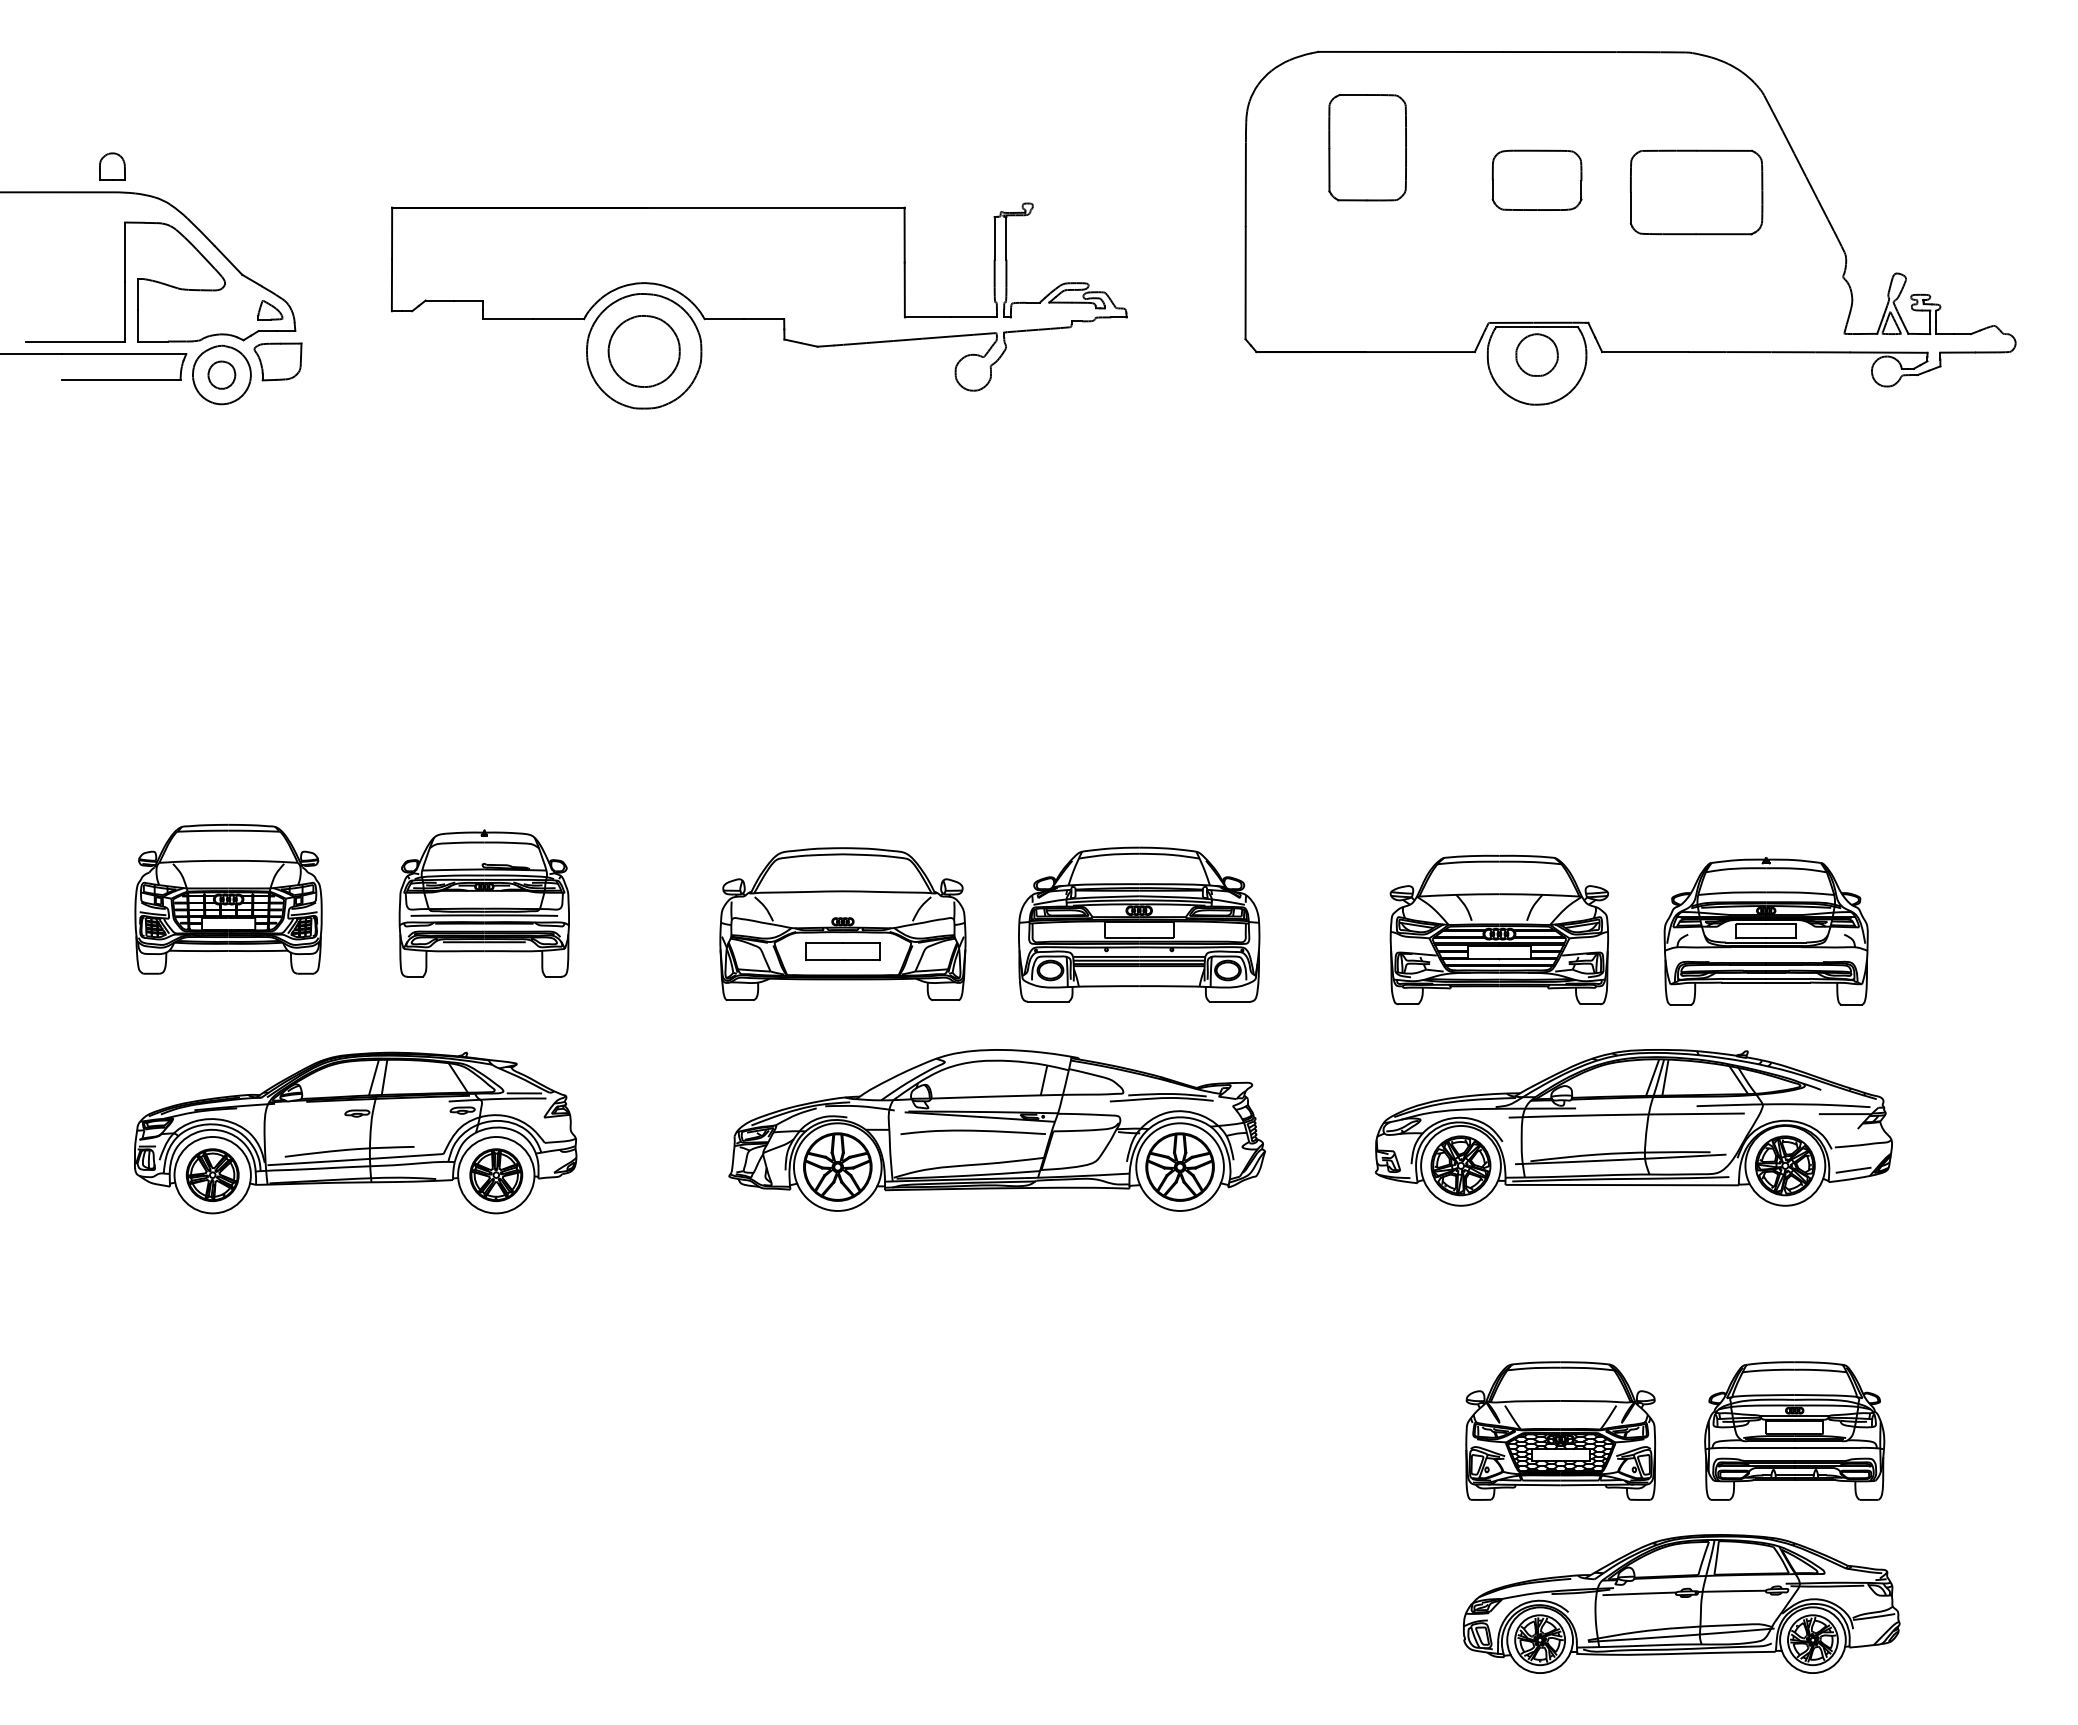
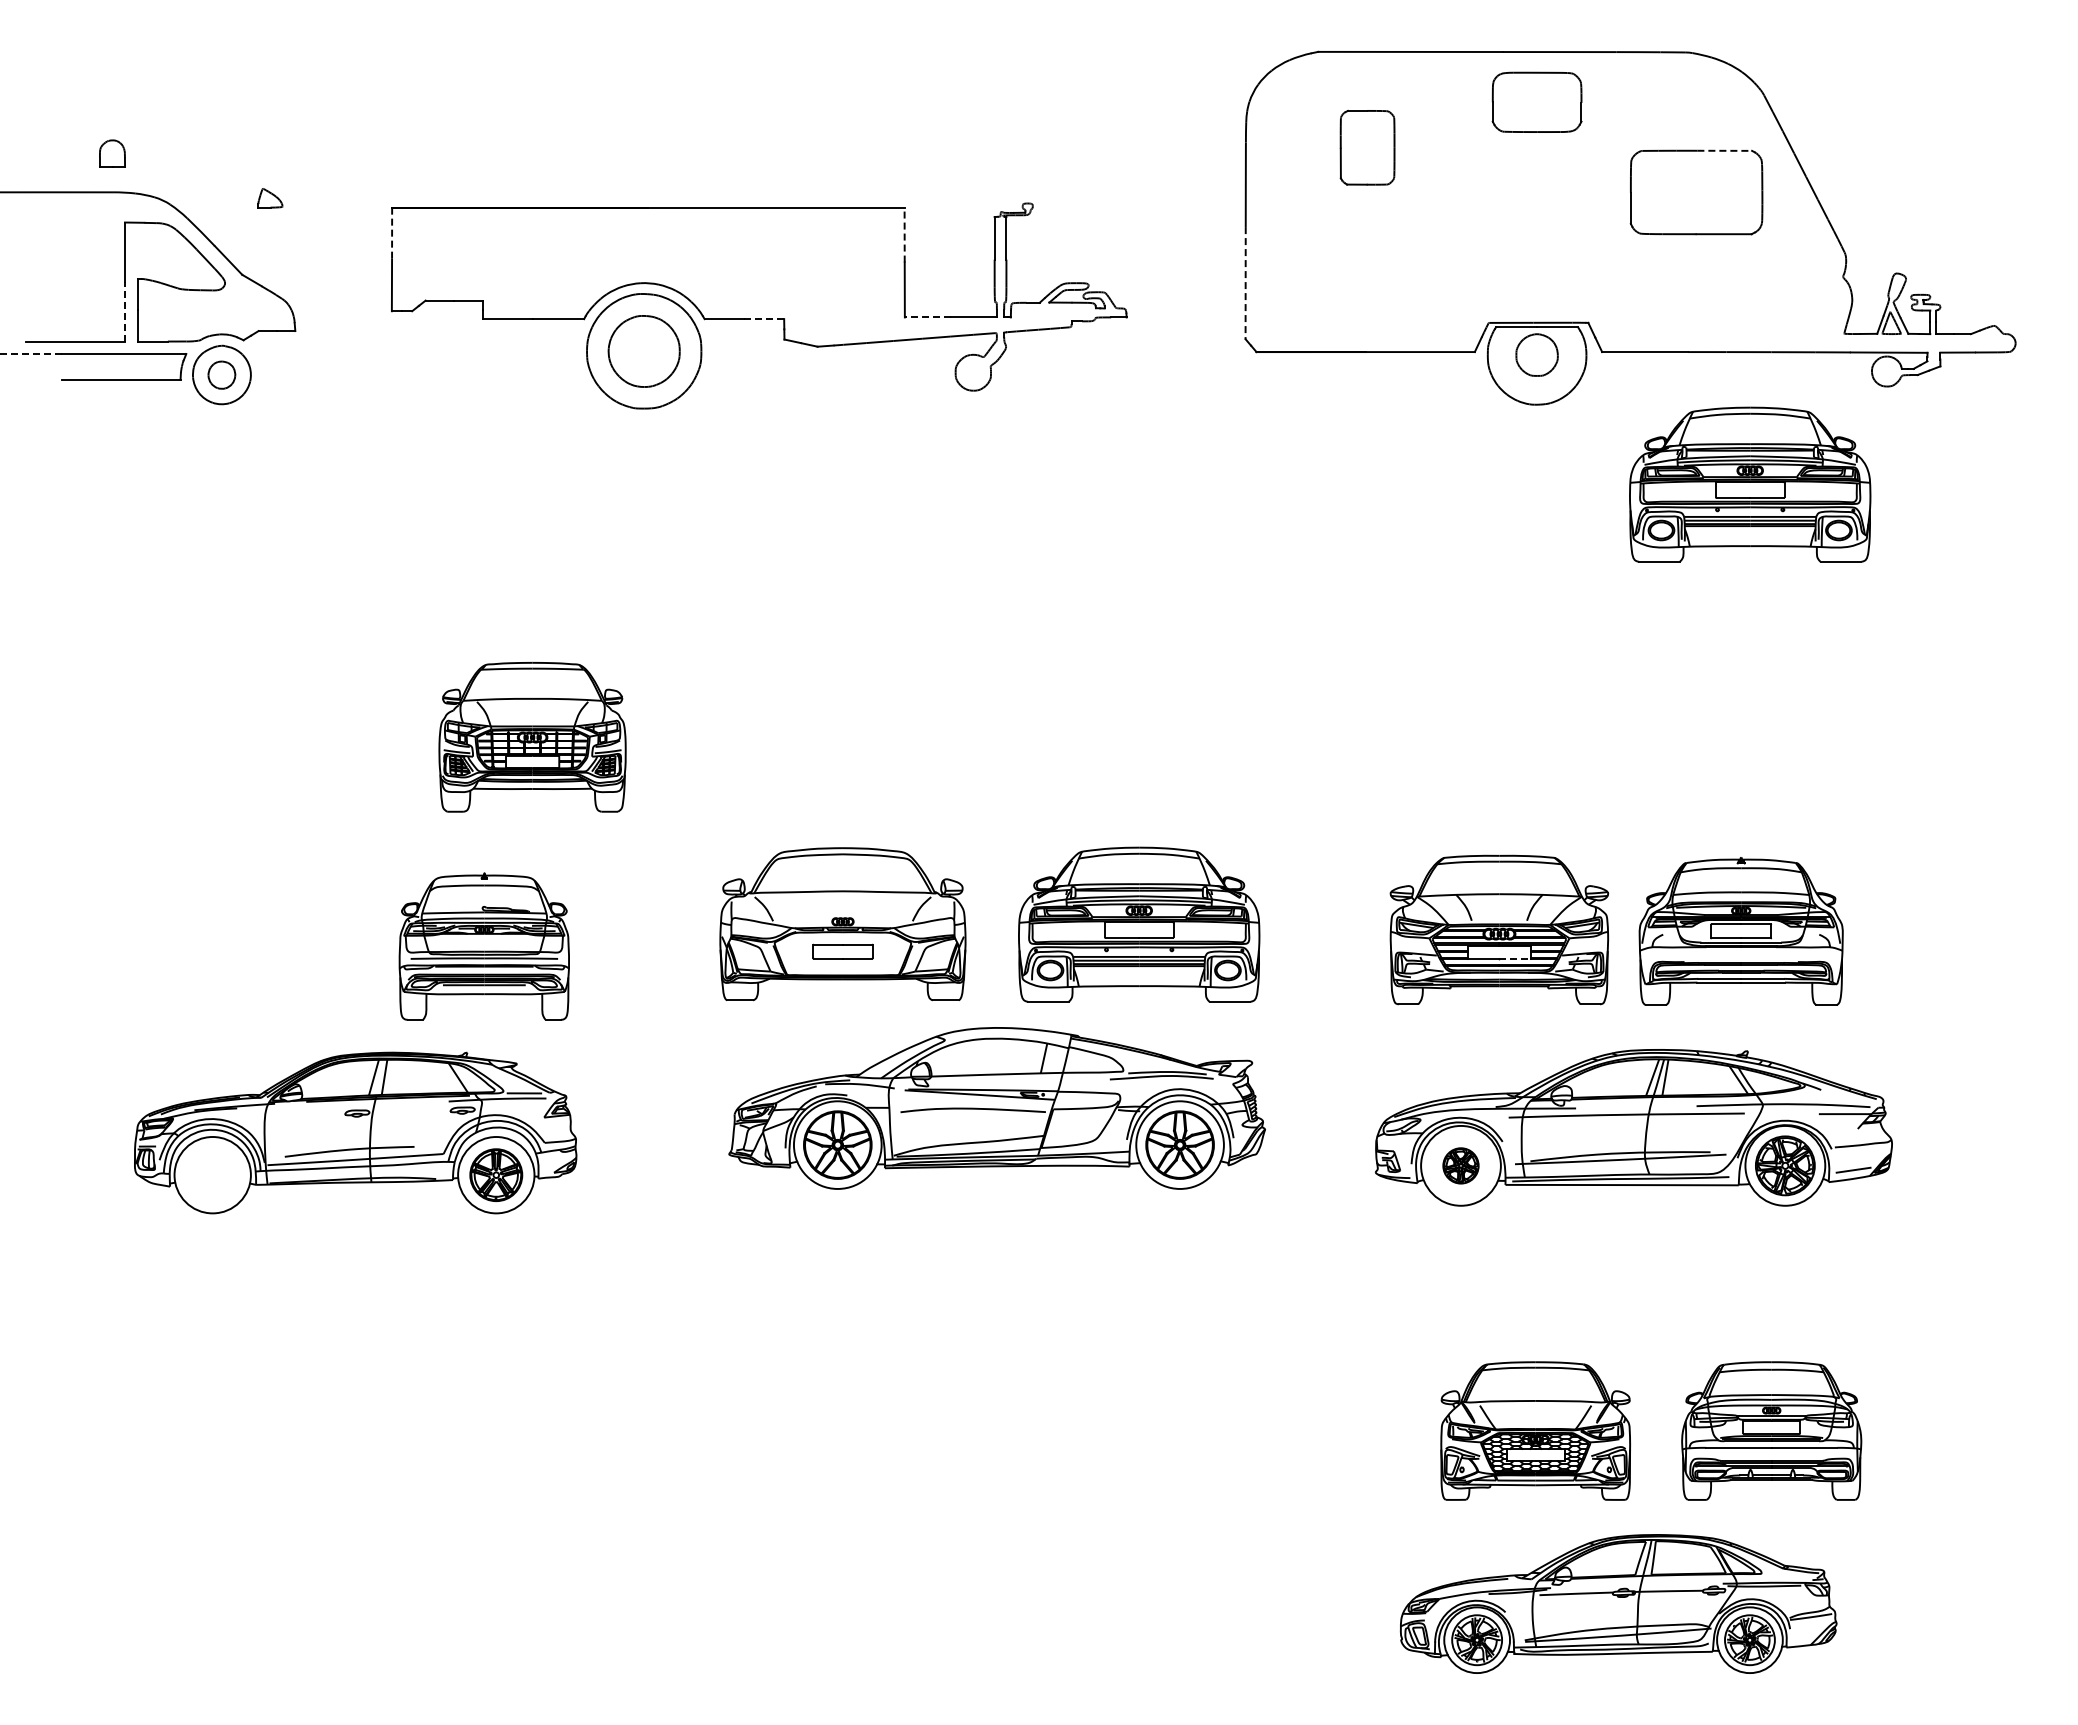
part at (1367, 147) size: 79x108 px -> 57x77 px
line at (1725, 150): solid -> dashed
part at (112, 166) position: (112, 166) -> (112, 153)
part at (1536, 179) position: (1536, 179) -> (1536, 101)
line at (392, 233): solid -> dashed
line at (904, 234): solid -> dashed
line at (1245, 283): solid -> dashed
part at (270, 310) position: (270, 310) -> (270, 198)
line at (125, 311): solid -> dashed
line at (927, 317): solid -> dashed
line at (764, 319): solid -> dashed
line at (31, 354): solid -> dashed
part at (277, 361): present -> none
part at (1750, 484): none -> present
part at (228, 898) position: (228, 898) -> (532, 736)
part at (483, 903) position: (483, 903) -> (483, 946)
part at (1765, 931) position: (1765, 931) -> (1740, 931)
part at (842, 951) size: 76x20 px -> 62x17 px
line at (1514, 959): solid -> dashed
part at (996, 1130) position: (996, 1130) -> (996, 1108)
part at (1460, 1165) size: 62x62 px -> 38x38 px
part at (212, 1174): present -> none
part at (1560, 1430) position: (1560, 1430) -> (1535, 1430)
part at (1794, 1430) position: (1794, 1430) -> (1771, 1430)
part at (1681, 1603) position: (1681, 1603) -> (1618, 1603)
